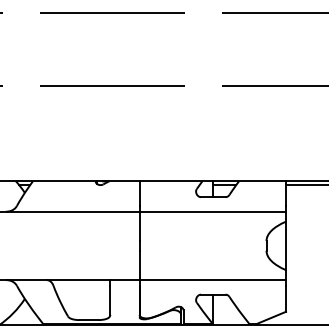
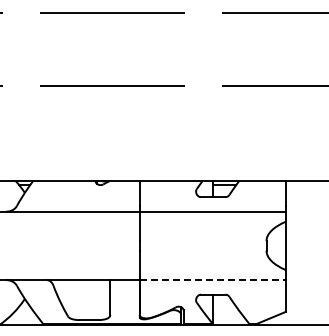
line at (305, 184): present -> none
line at (213, 280): solid -> dashed
